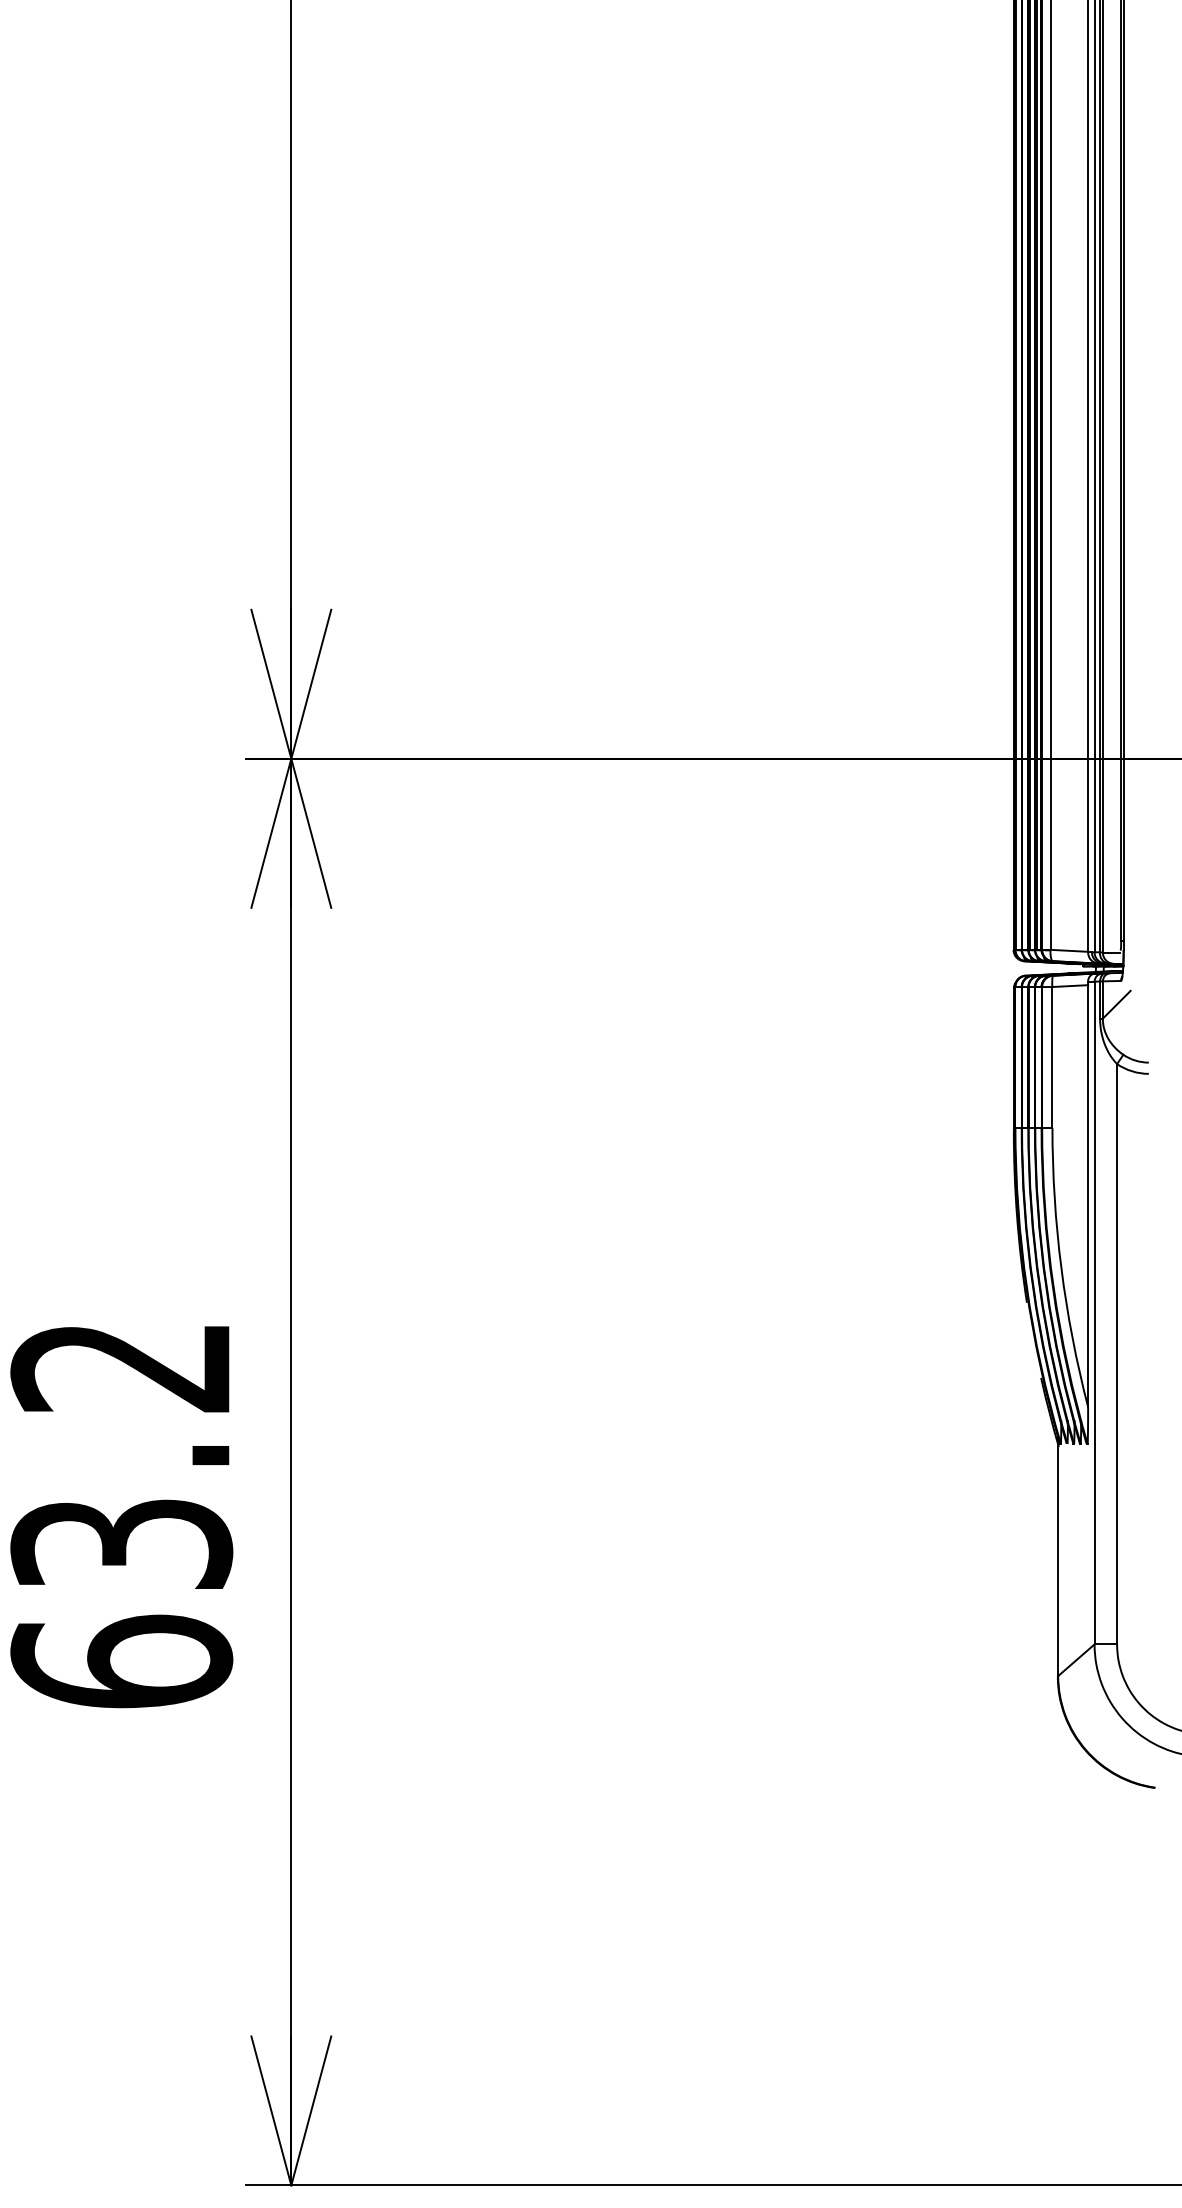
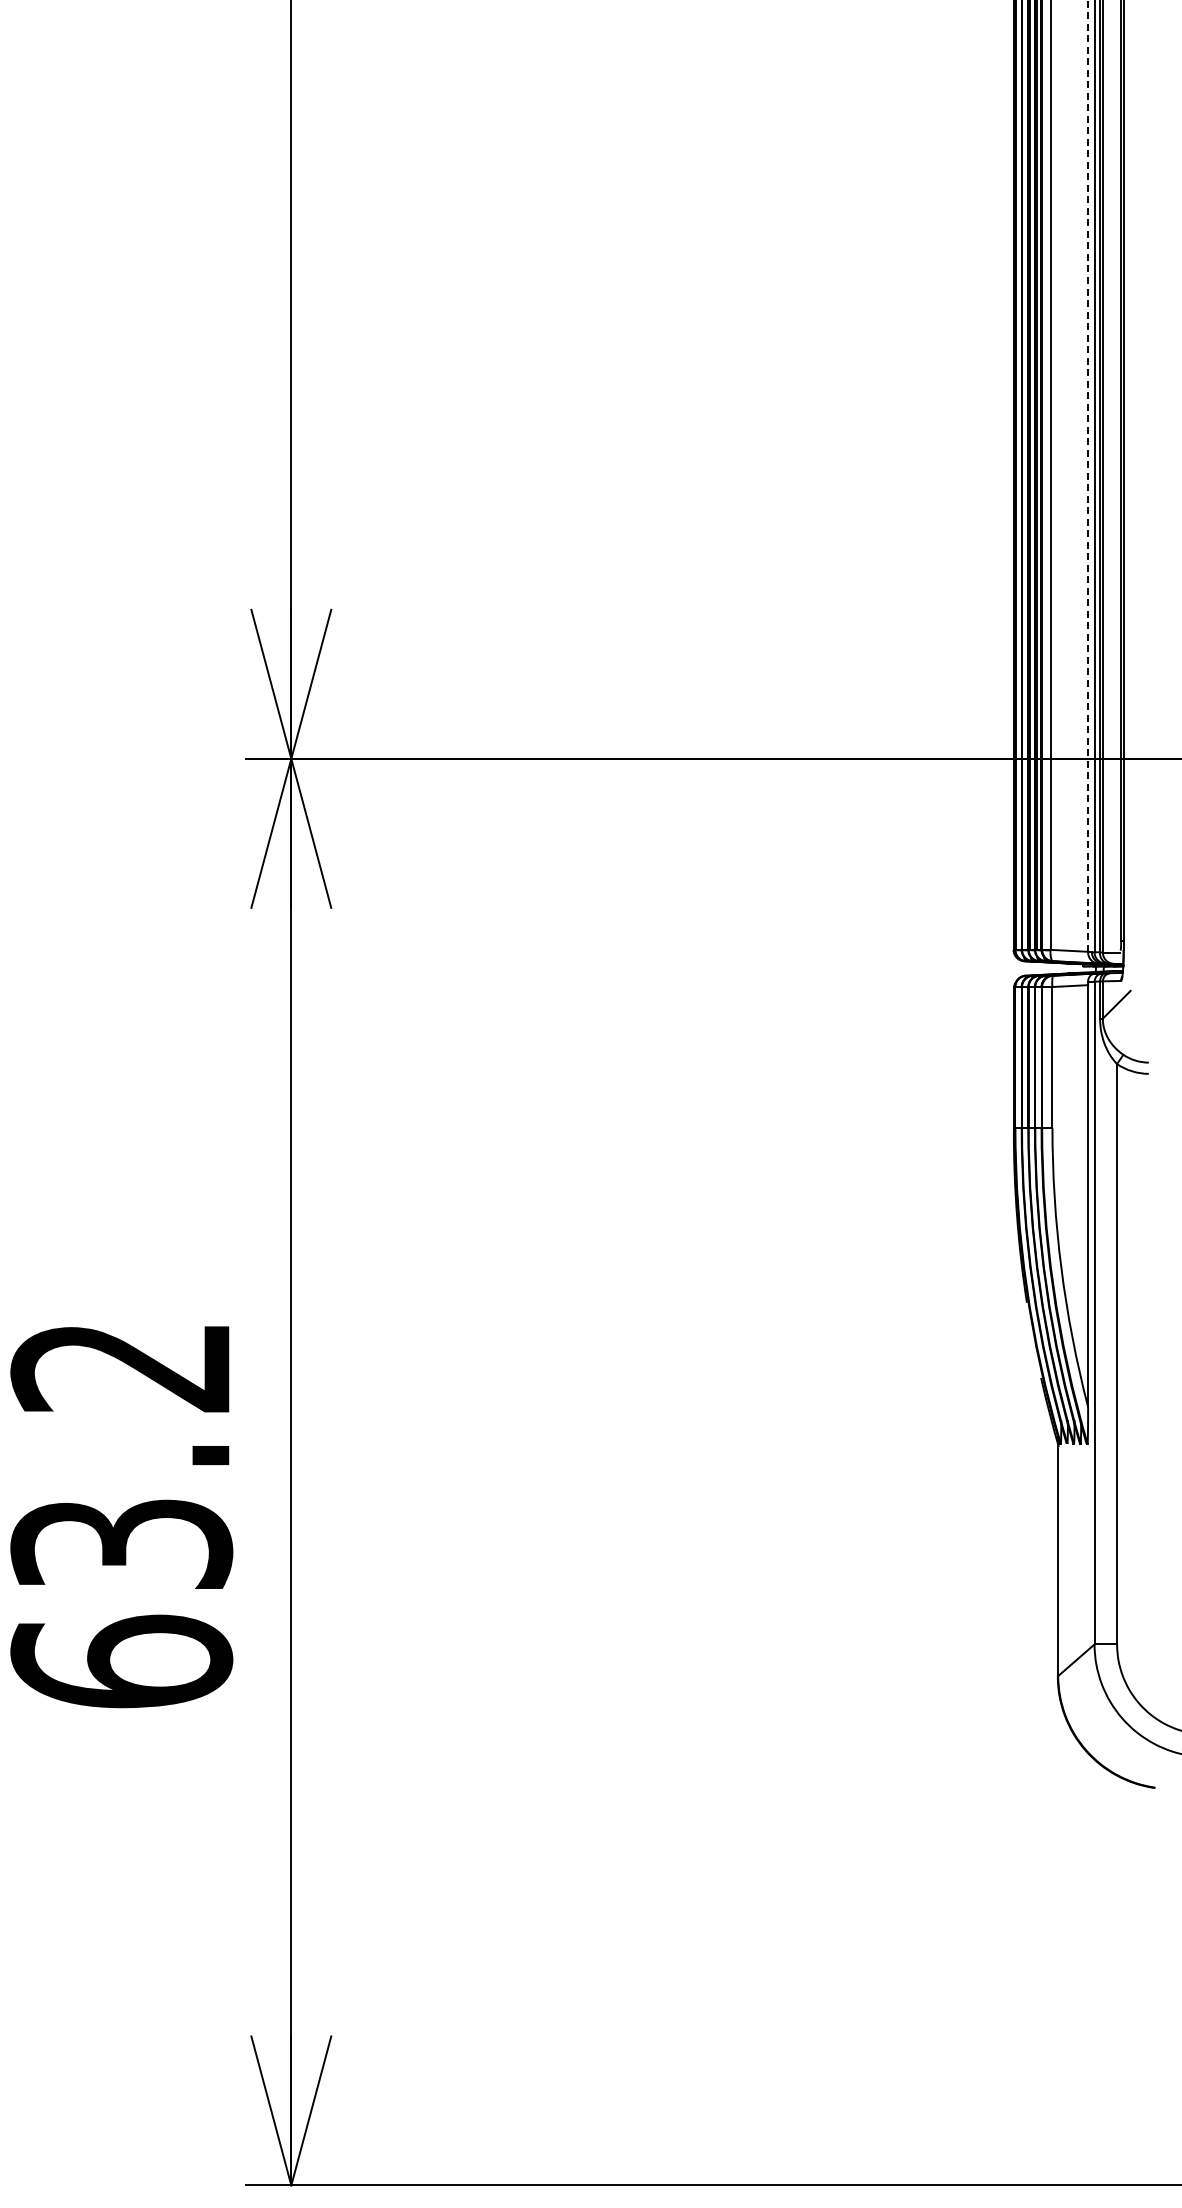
line at (1088, 475): solid -> dashed
